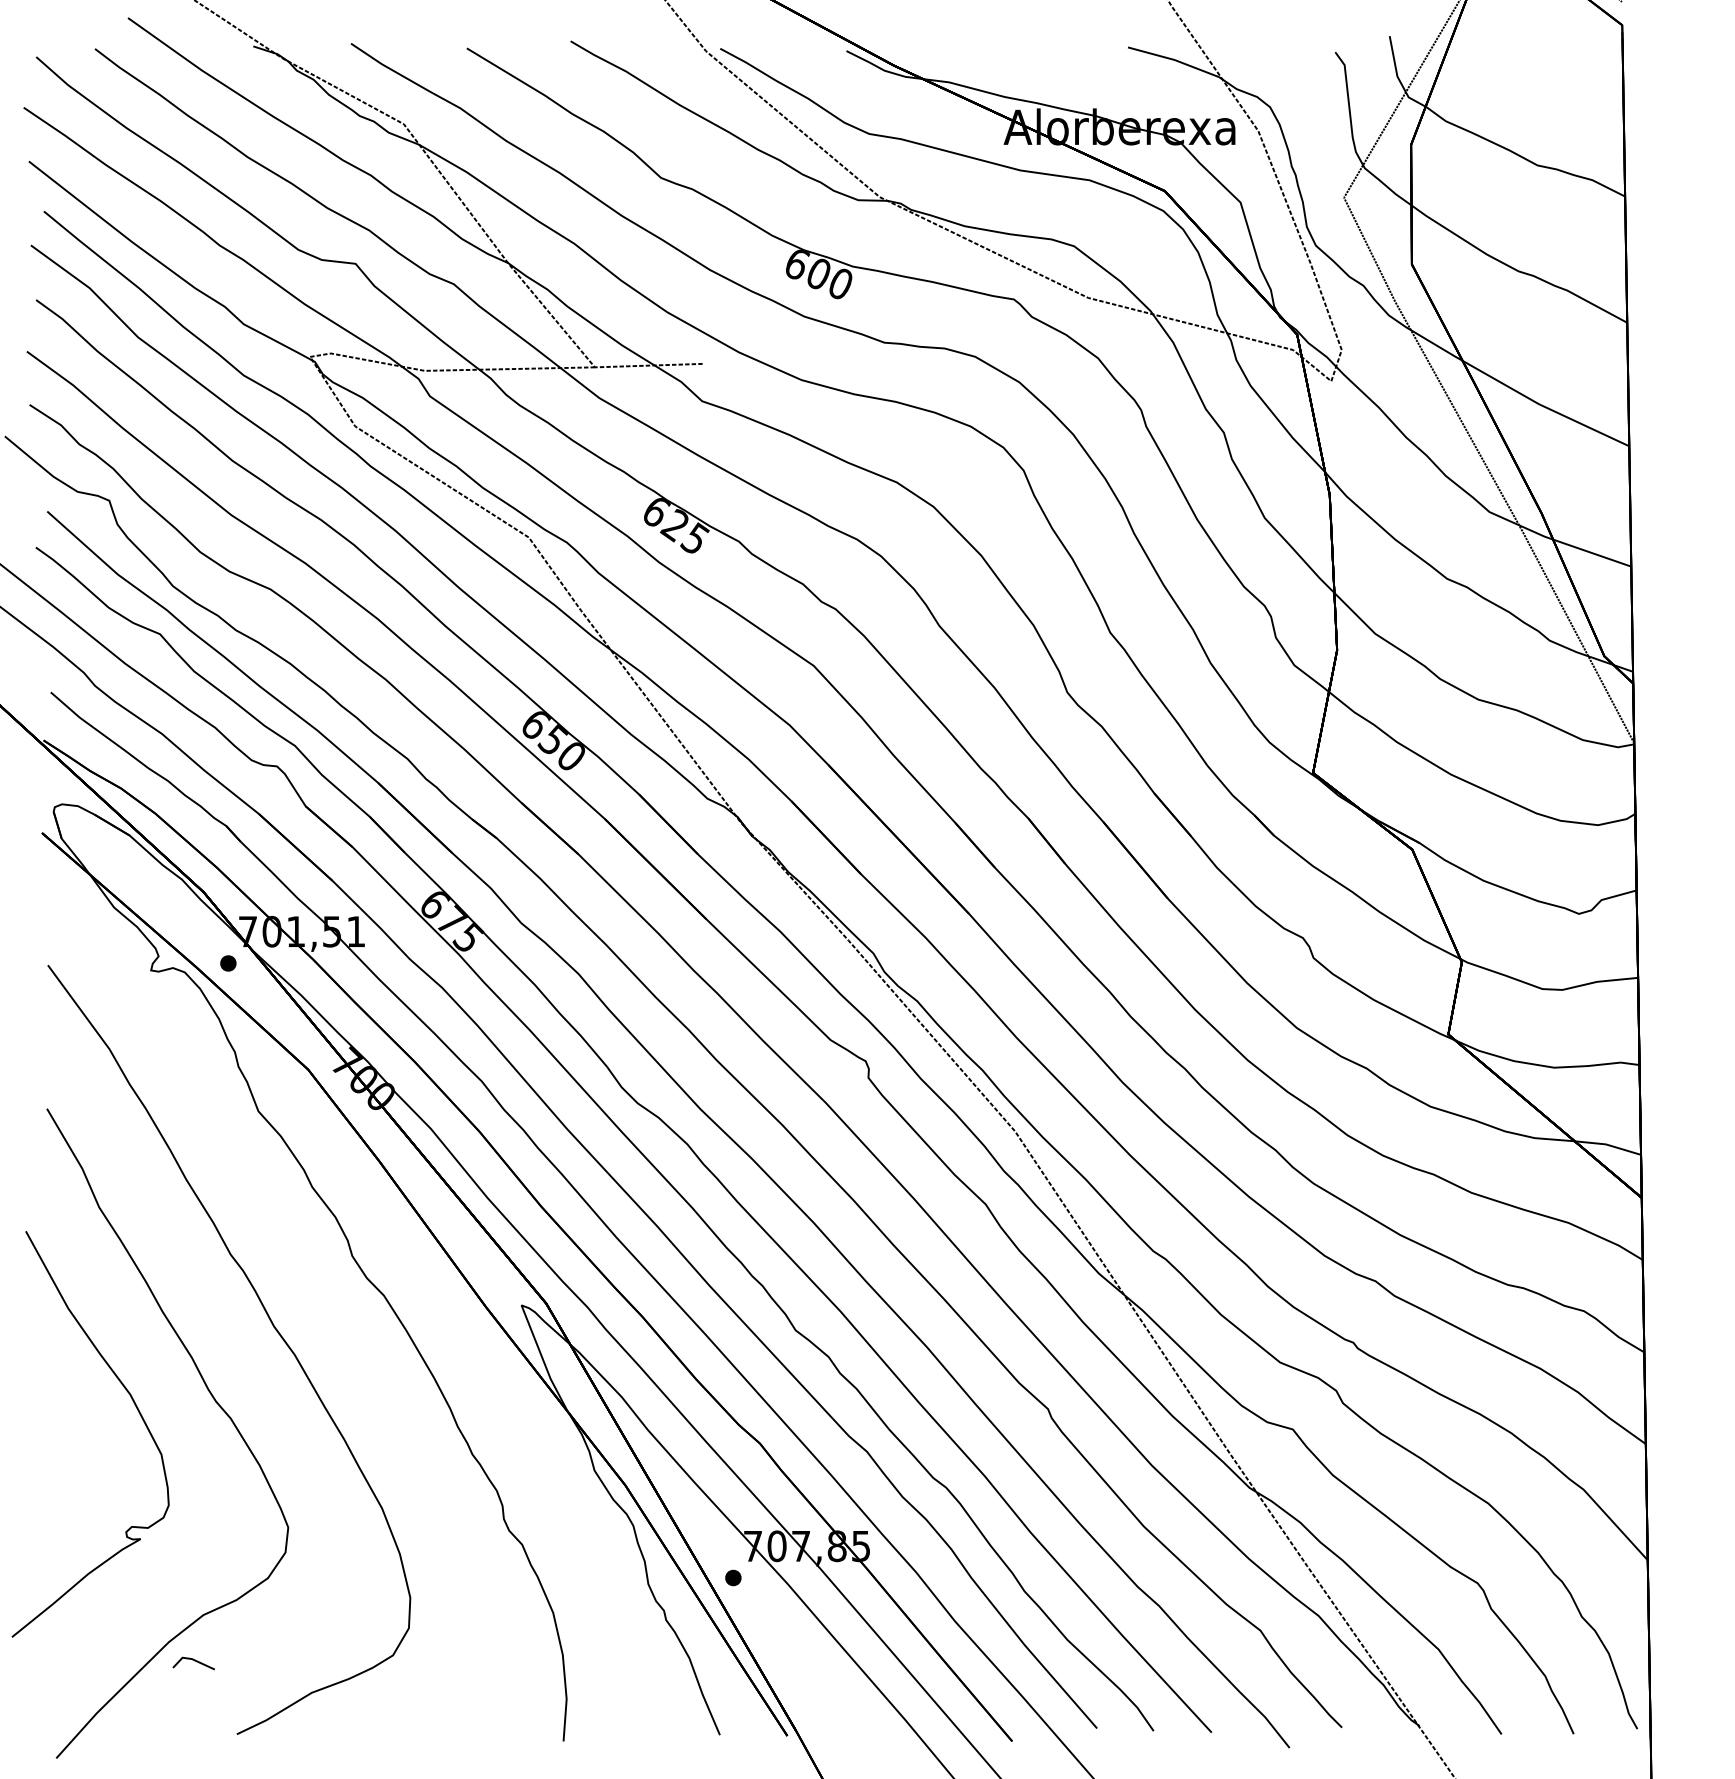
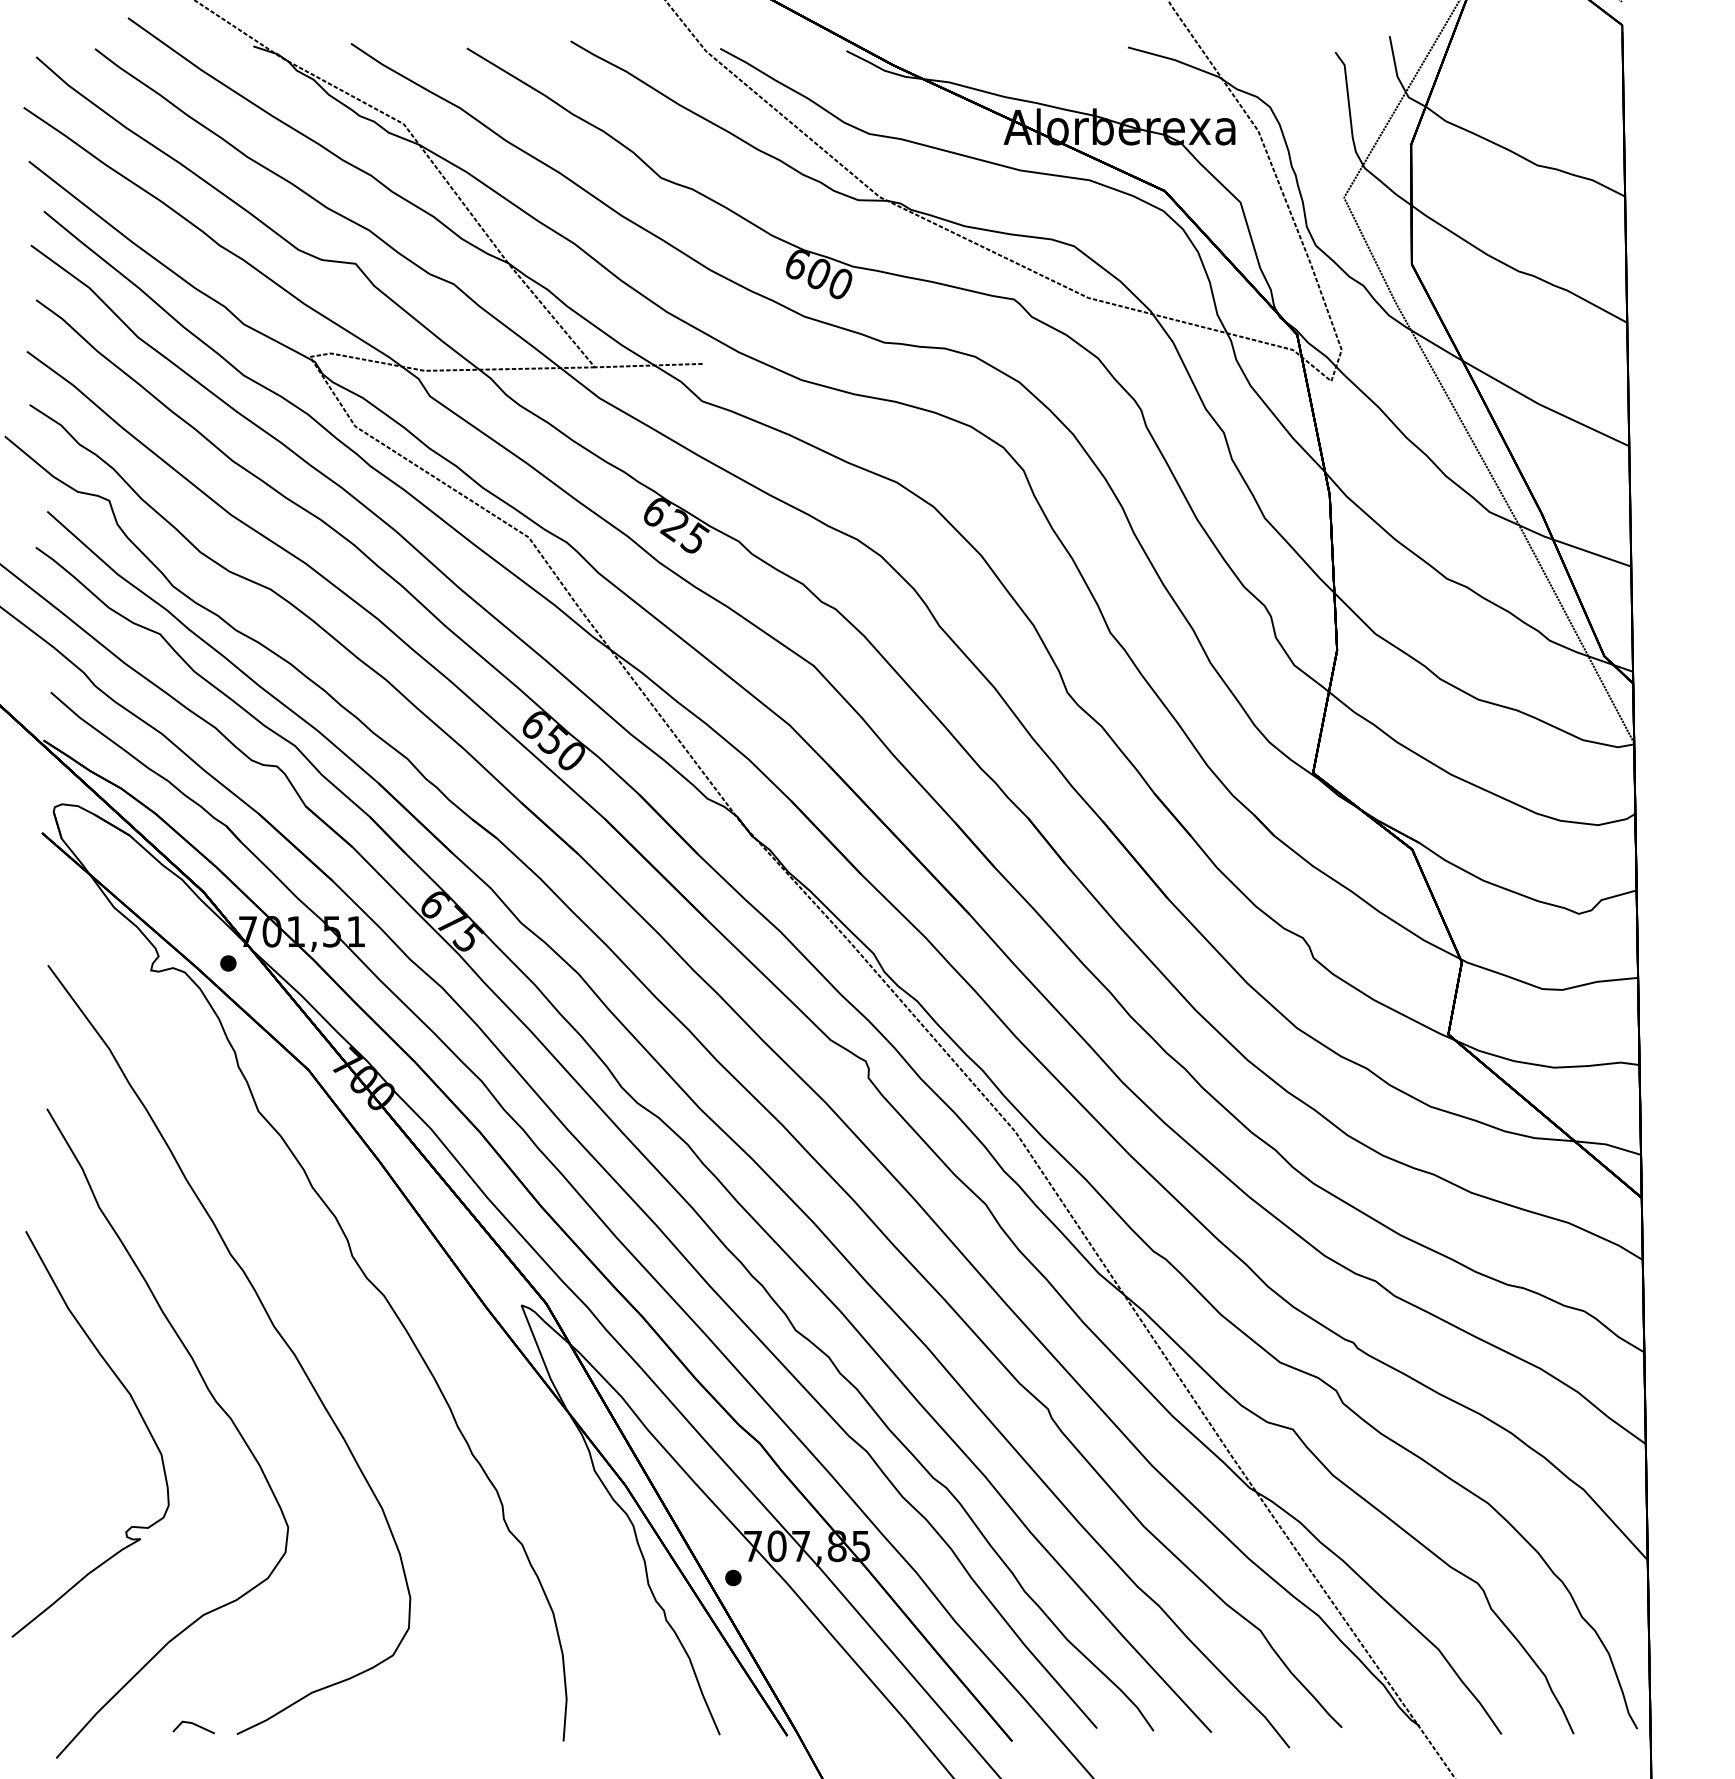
line at (194, 1661) position: (194, 1661) -> (194, 1725)
